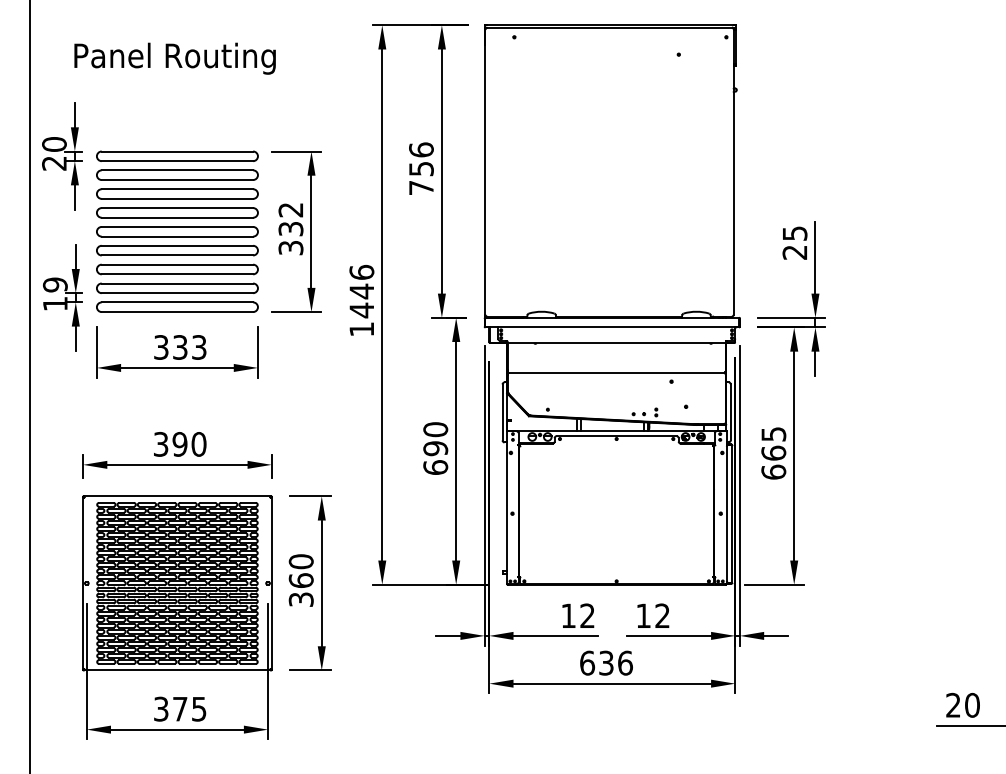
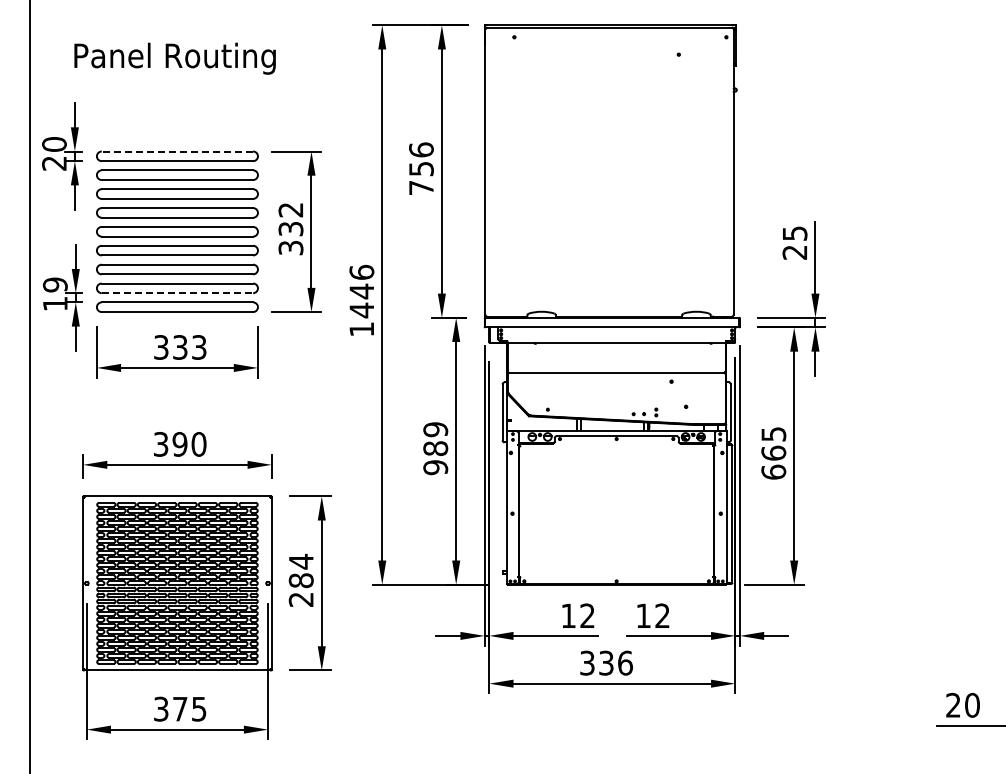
line at (177, 151): solid -> dashed
line at (177, 293): solid -> dashed
text at (435, 448): 690 -> 989
text at (300, 579): 360 -> 284
text at (587, 662): 636 -> 336
